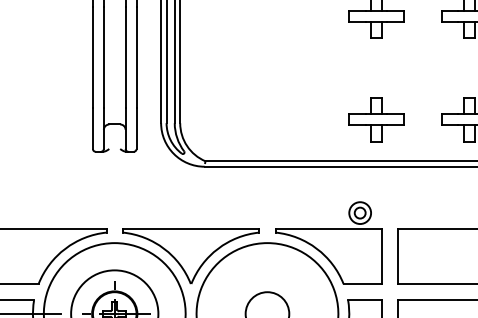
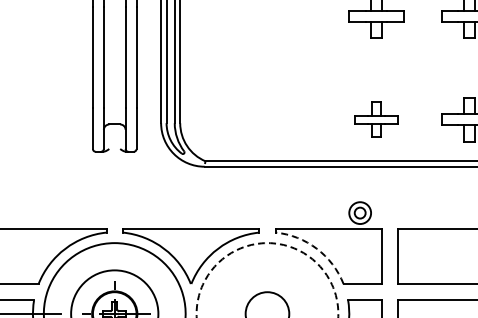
part at (376, 119) size: 57x46 px -> 45x37 px
arc at (267, 243): solid -> dashed
arc at (316, 248): solid -> dashed
